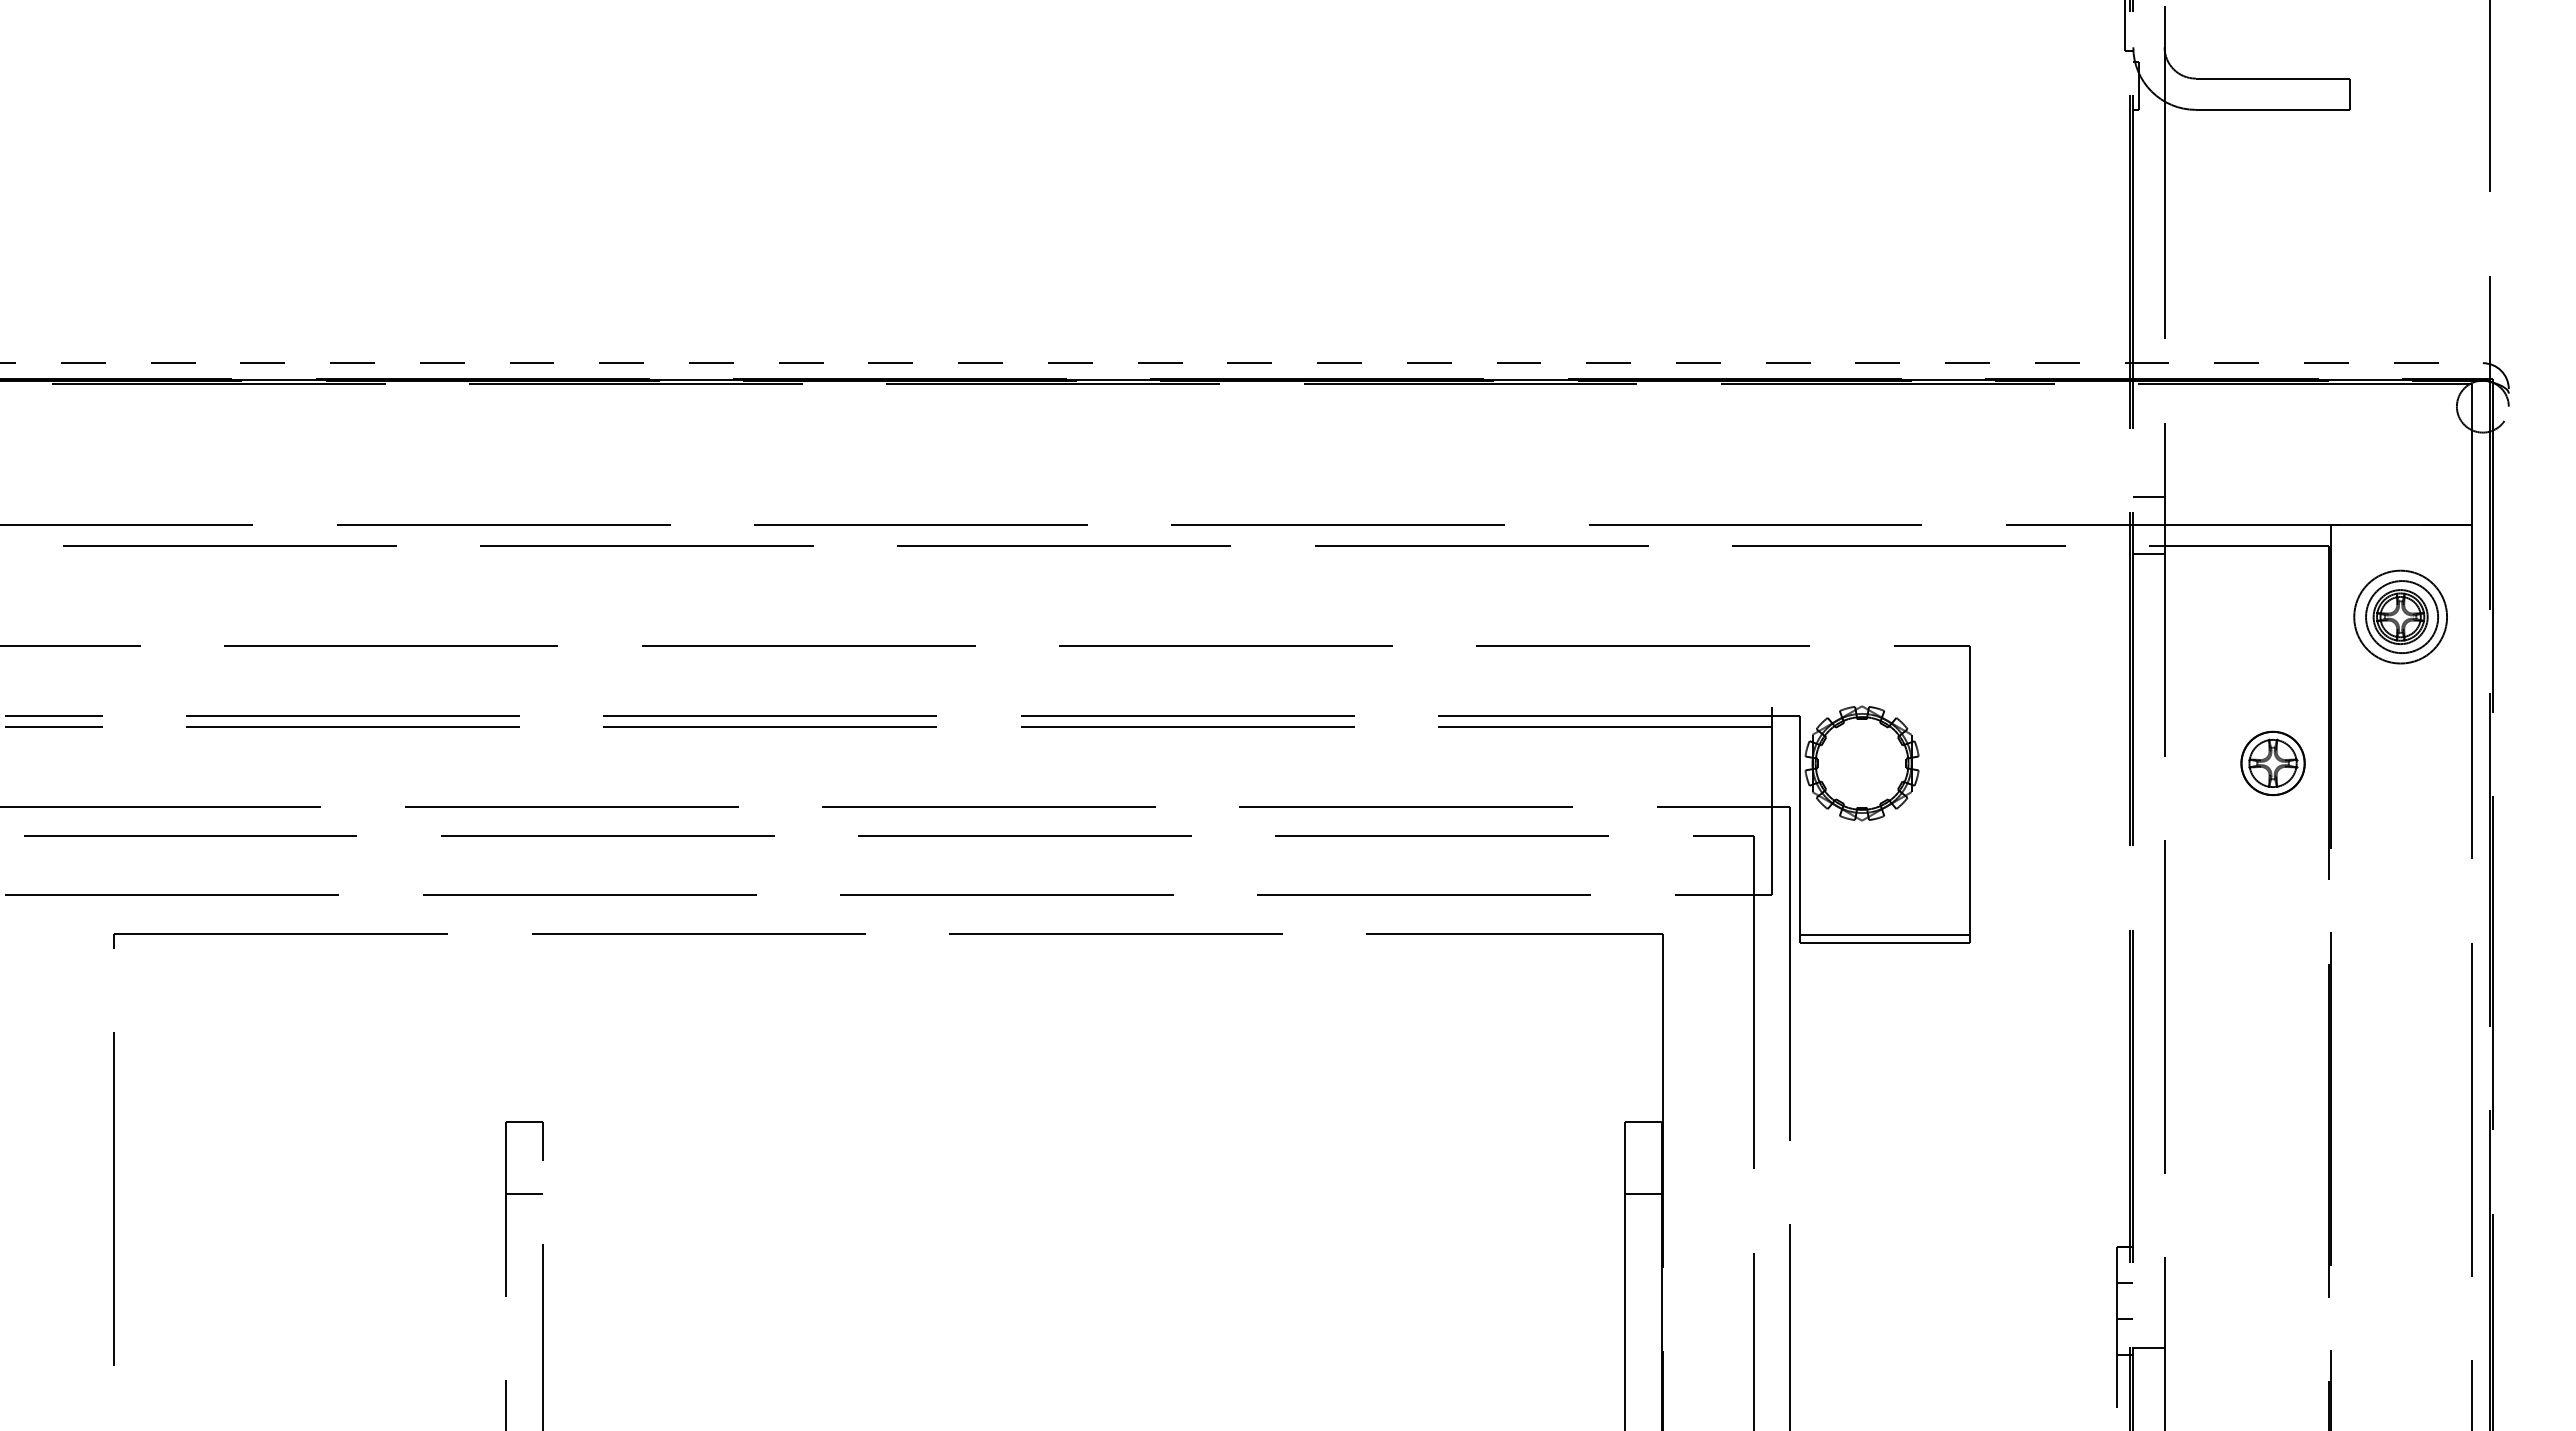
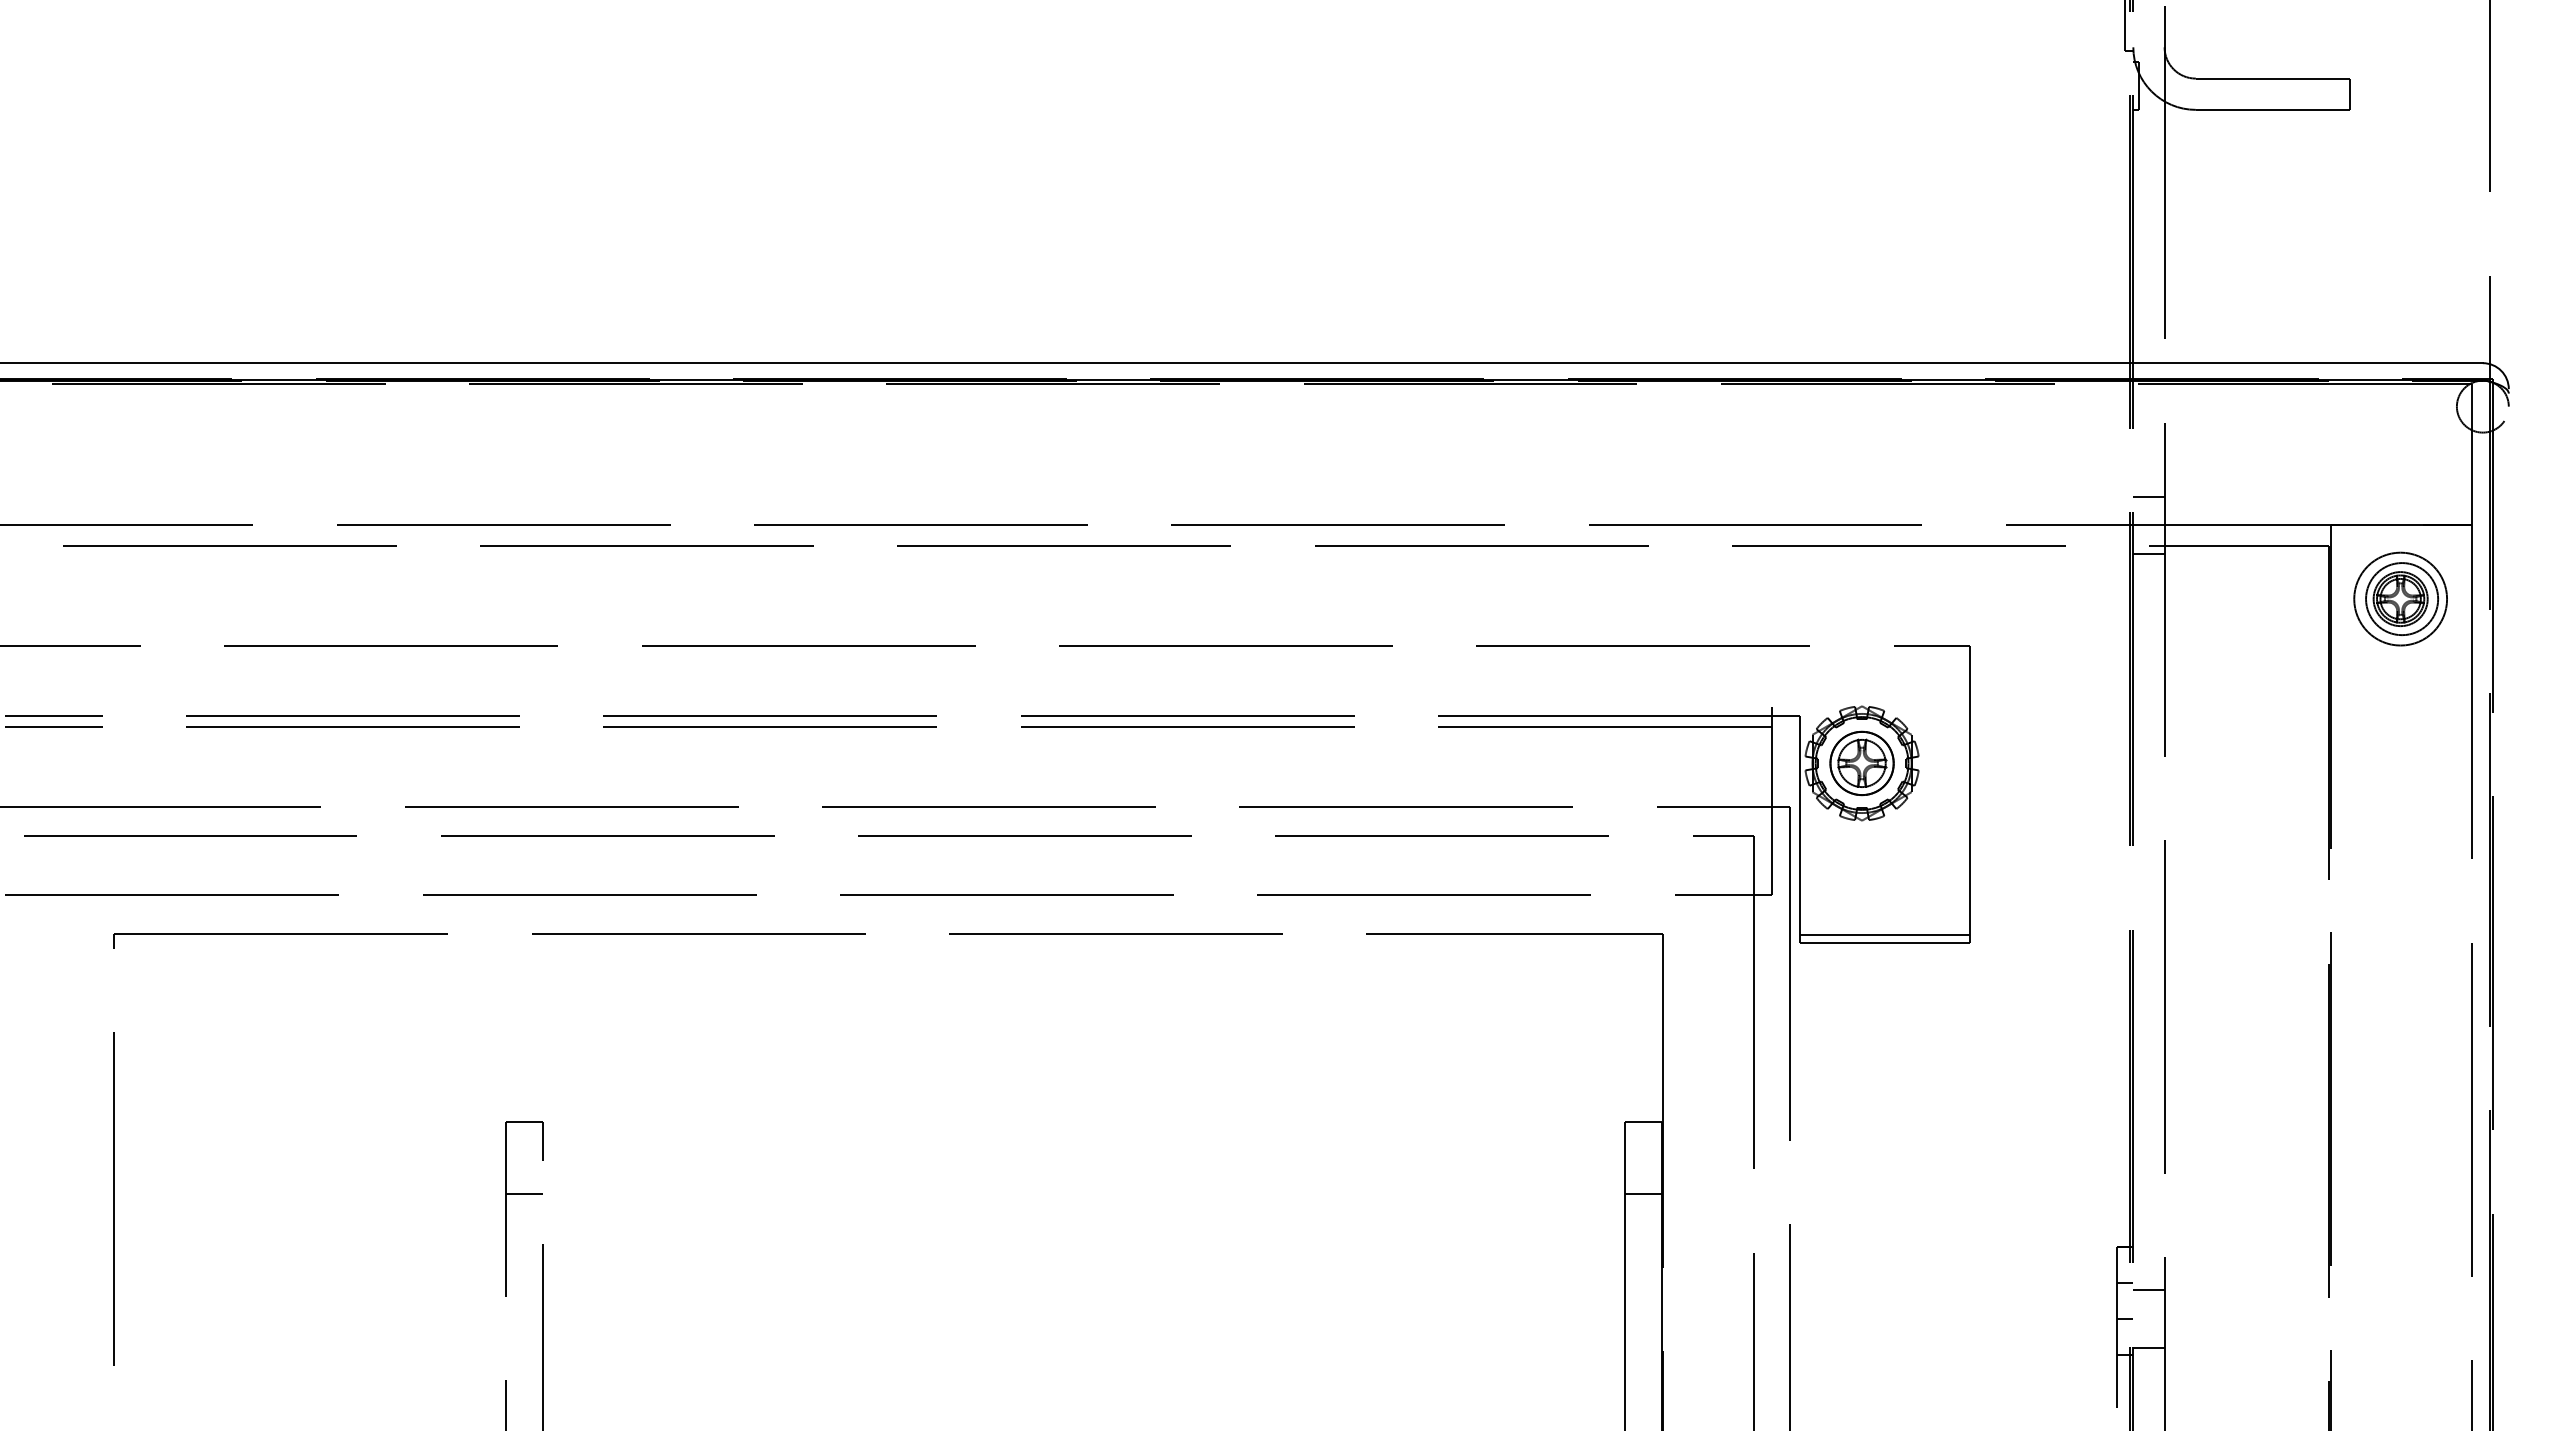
line at (1241, 363): dashed -> solid
part at (2400, 616) position: (2400, 616) -> (2400, 598)
part at (2272, 763) position: (2272, 763) -> (1861, 763)
line at (2148, 1289): none -> present
